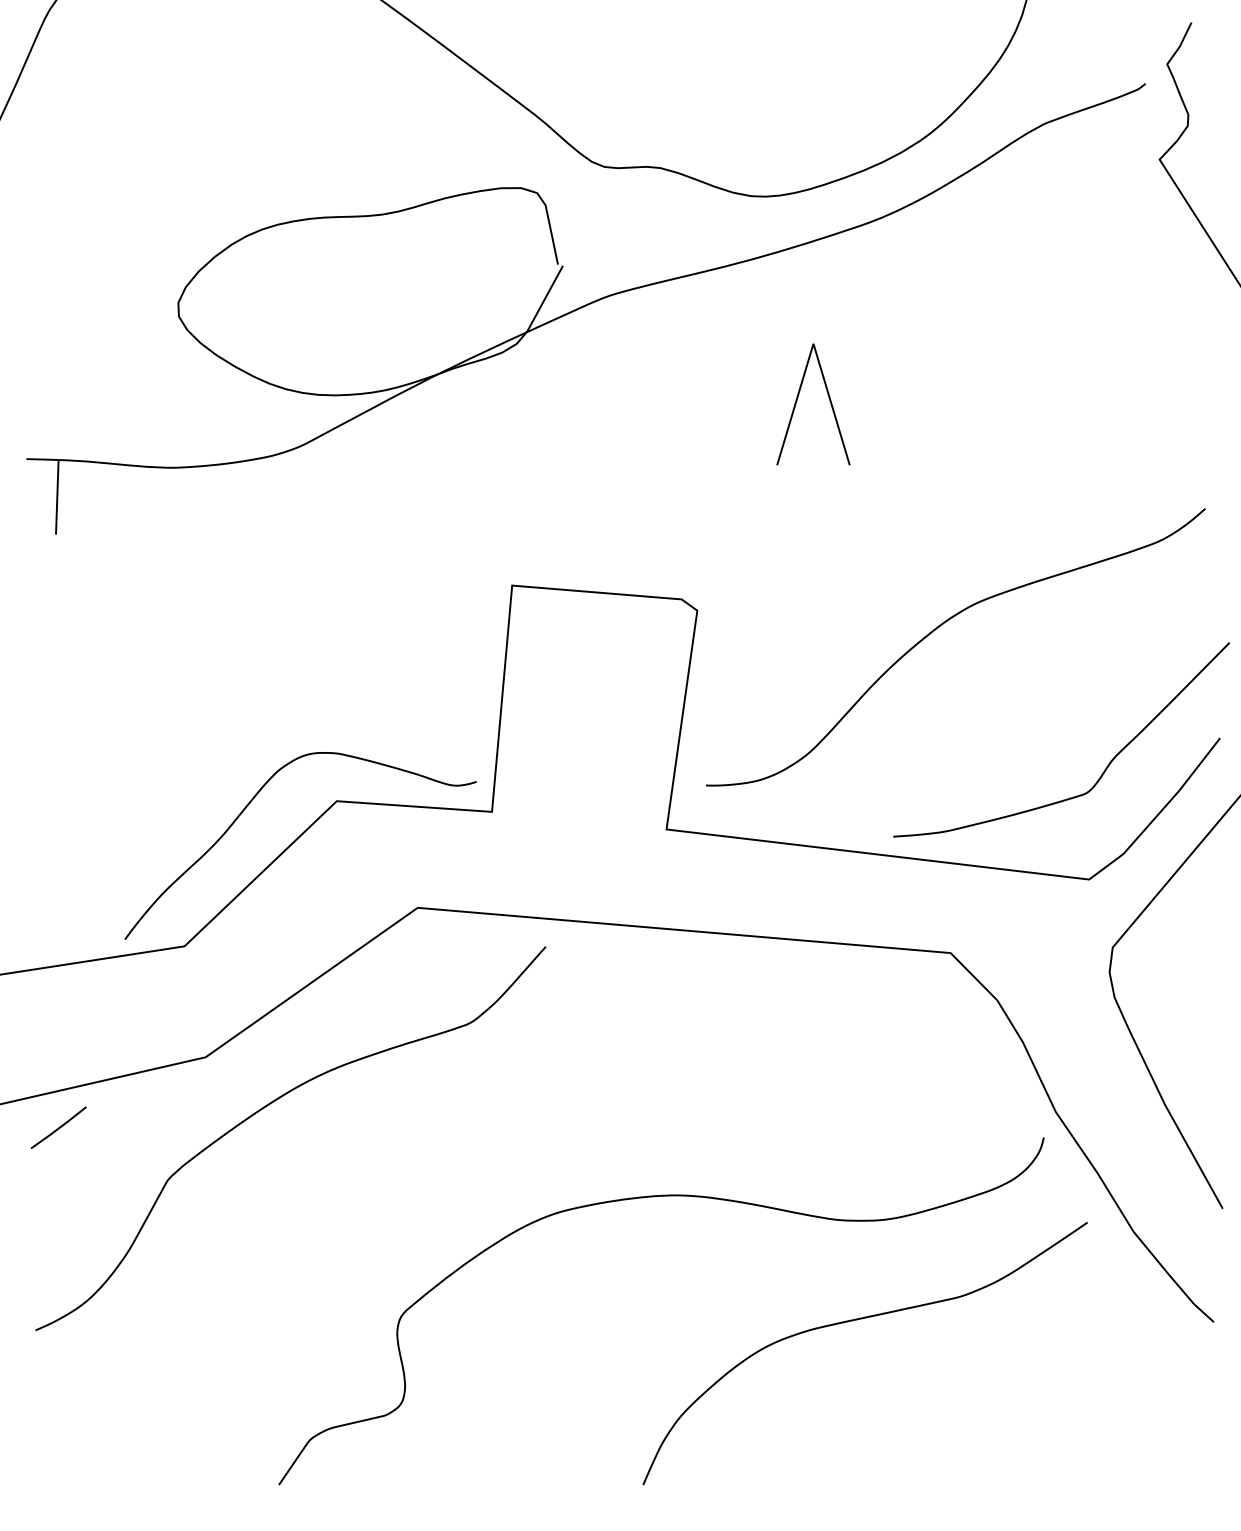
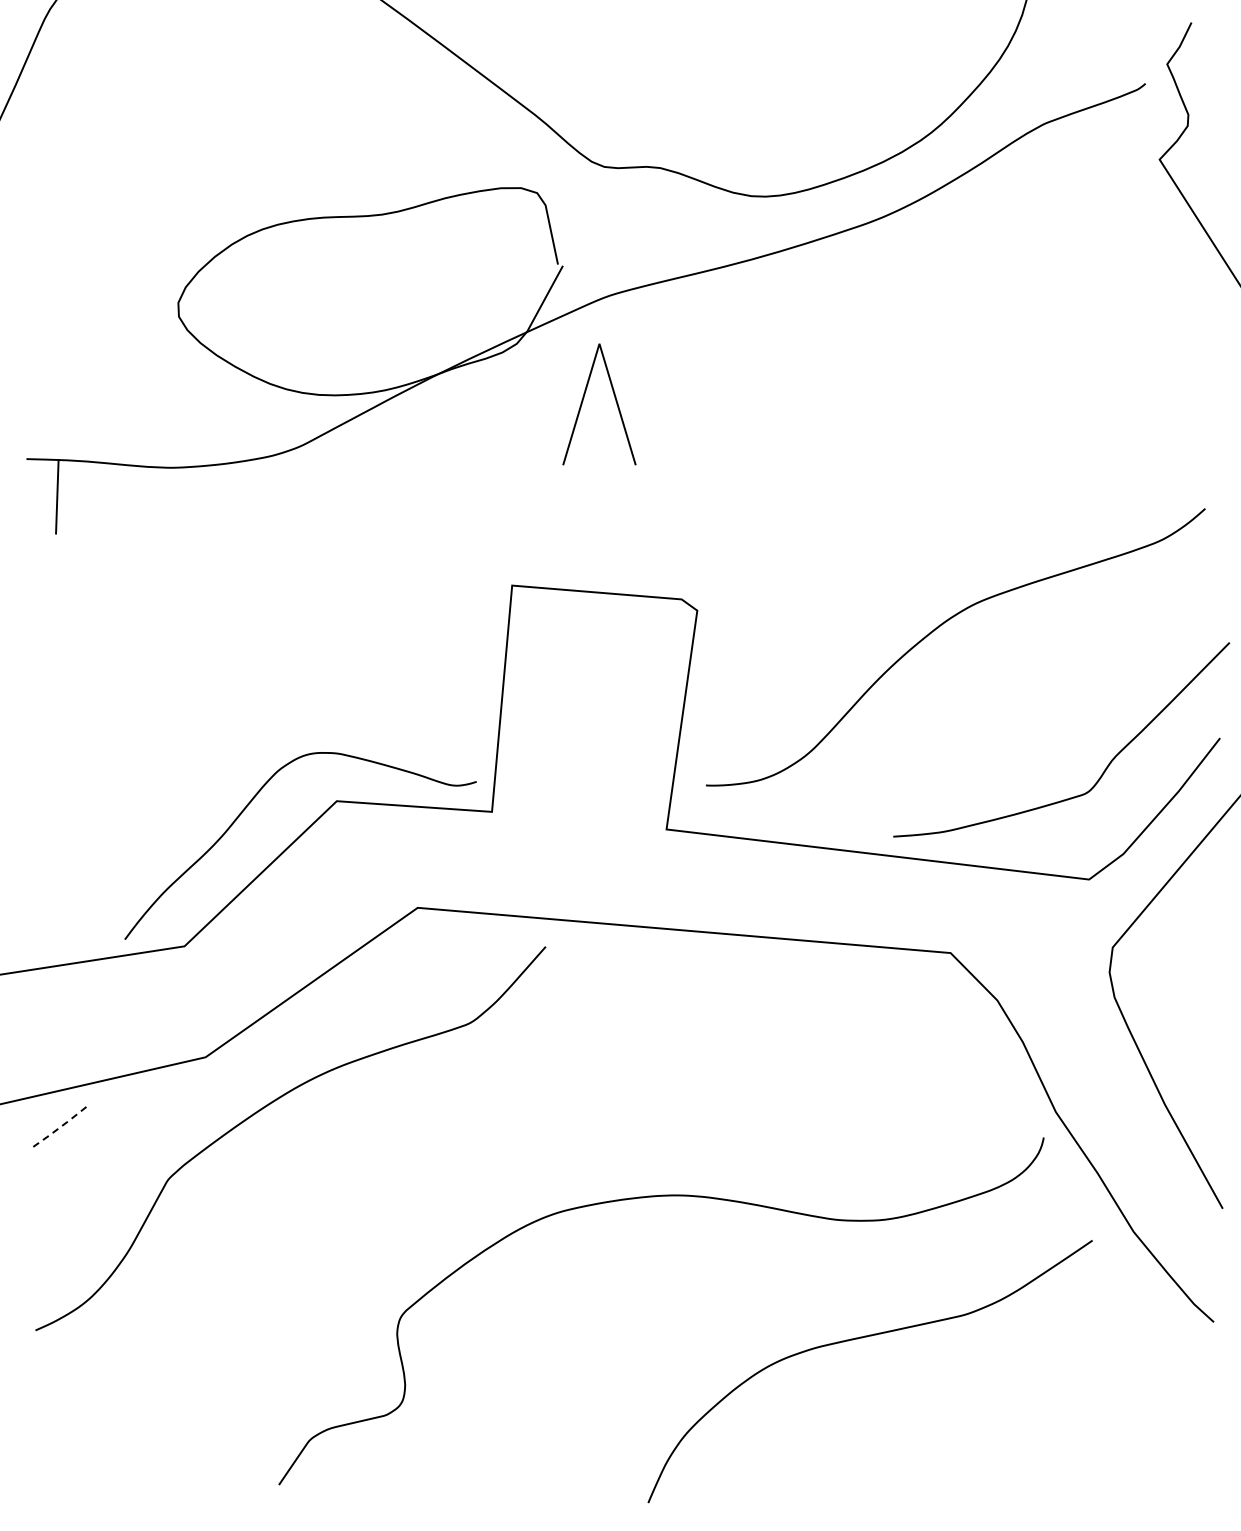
part at (798, 398) position: (798, 398) -> (584, 398)
line at (59, 1128): solid -> dashed
curve at (857, 1320) position: (857, 1320) -> (862, 1338)
